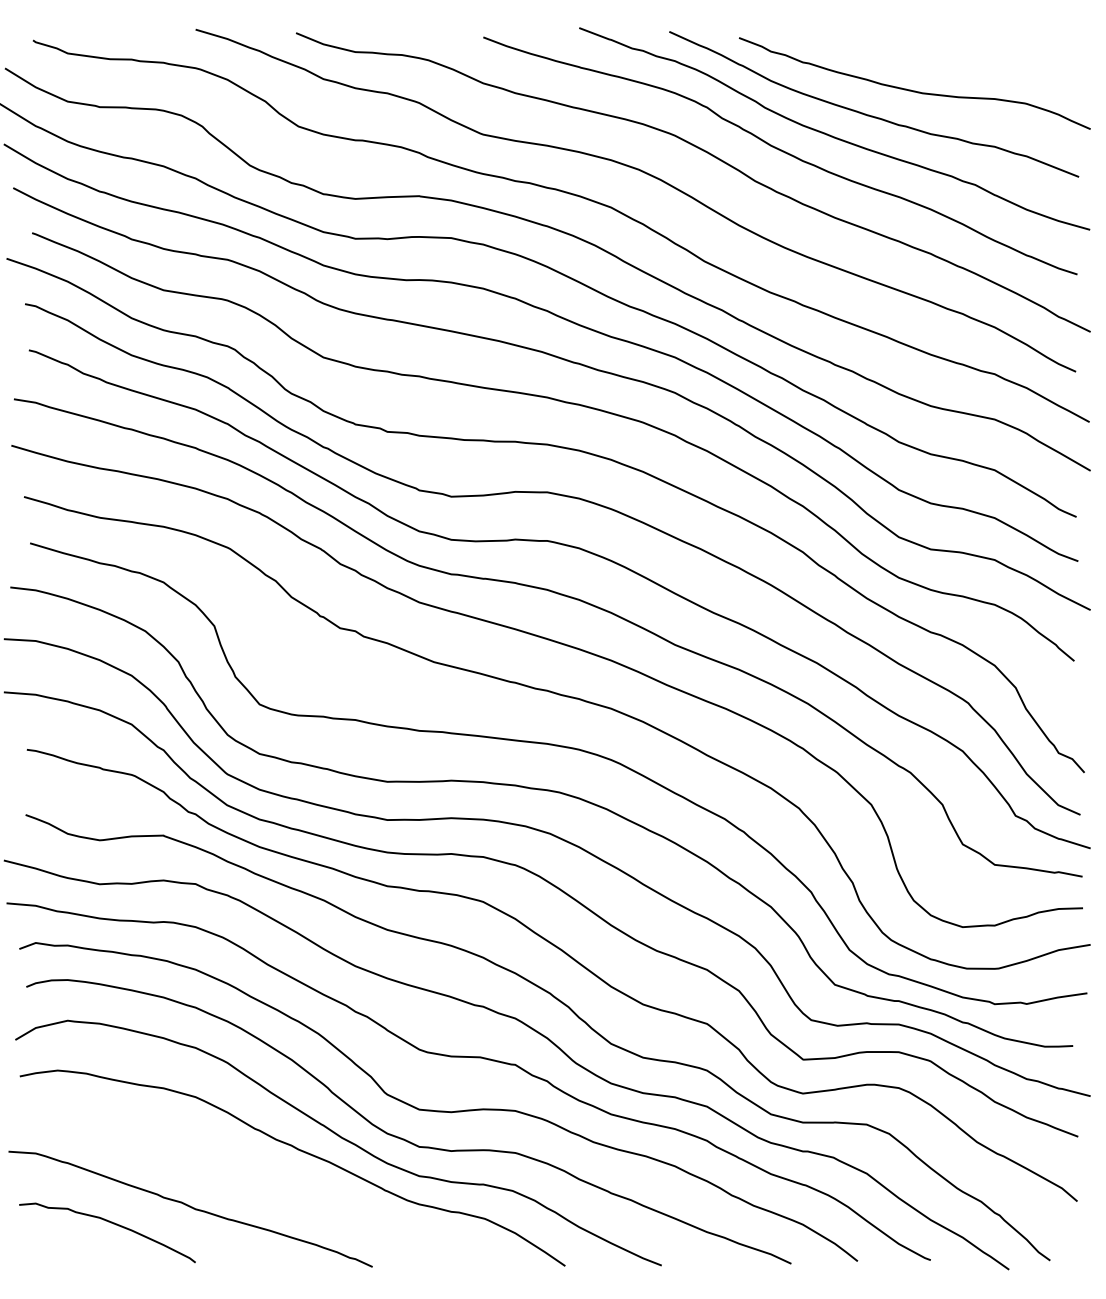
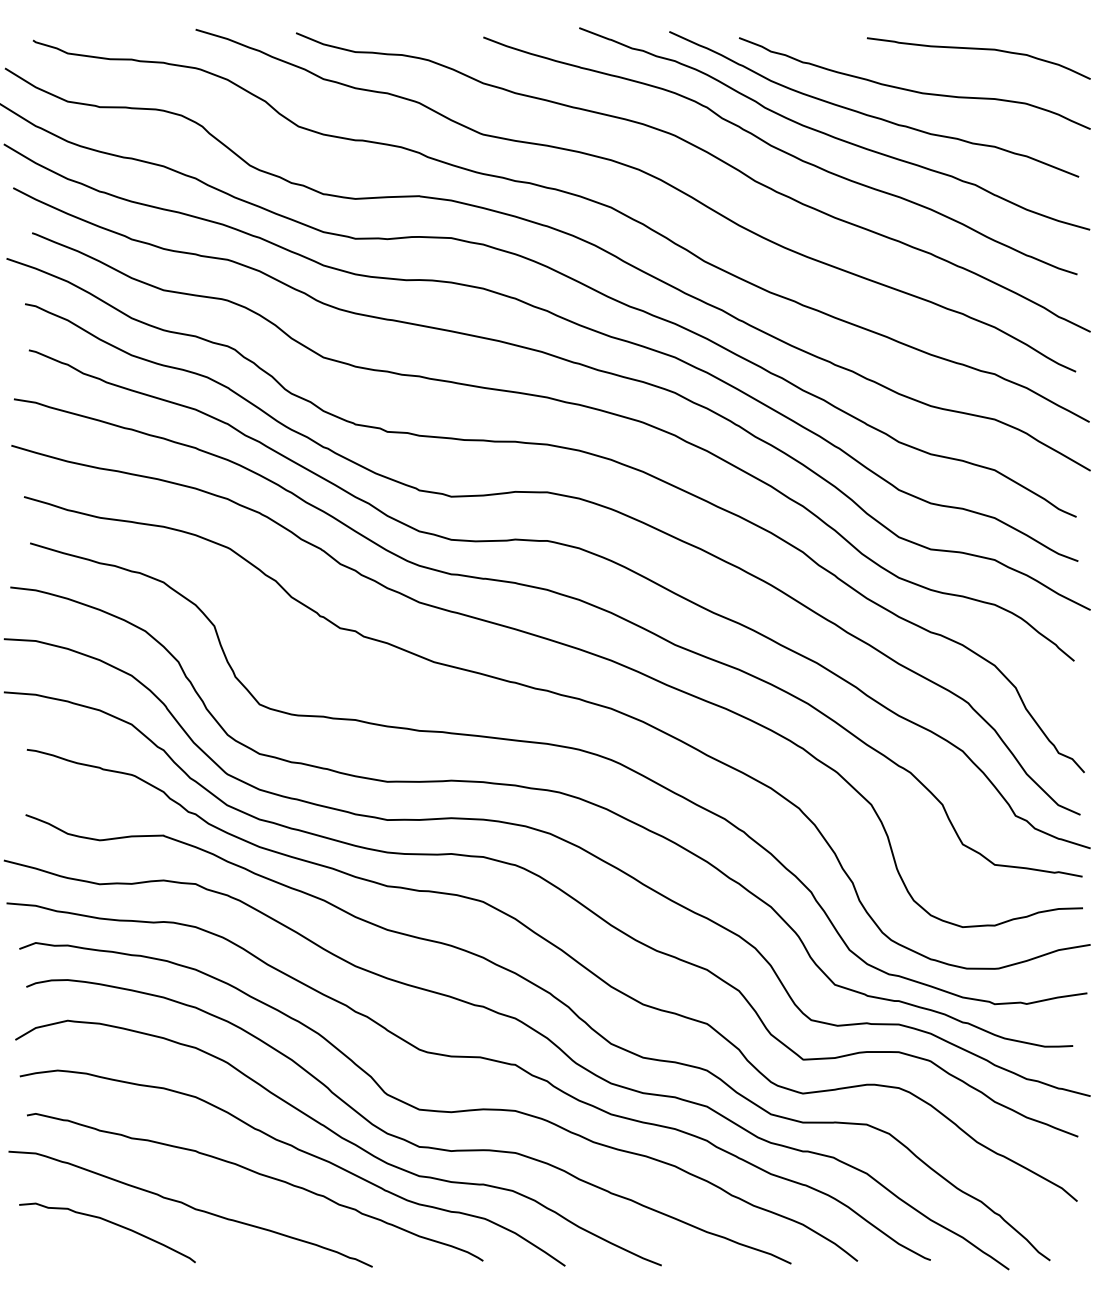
curve at (978, 49): none -> present
curve at (260, 1175): none -> present
